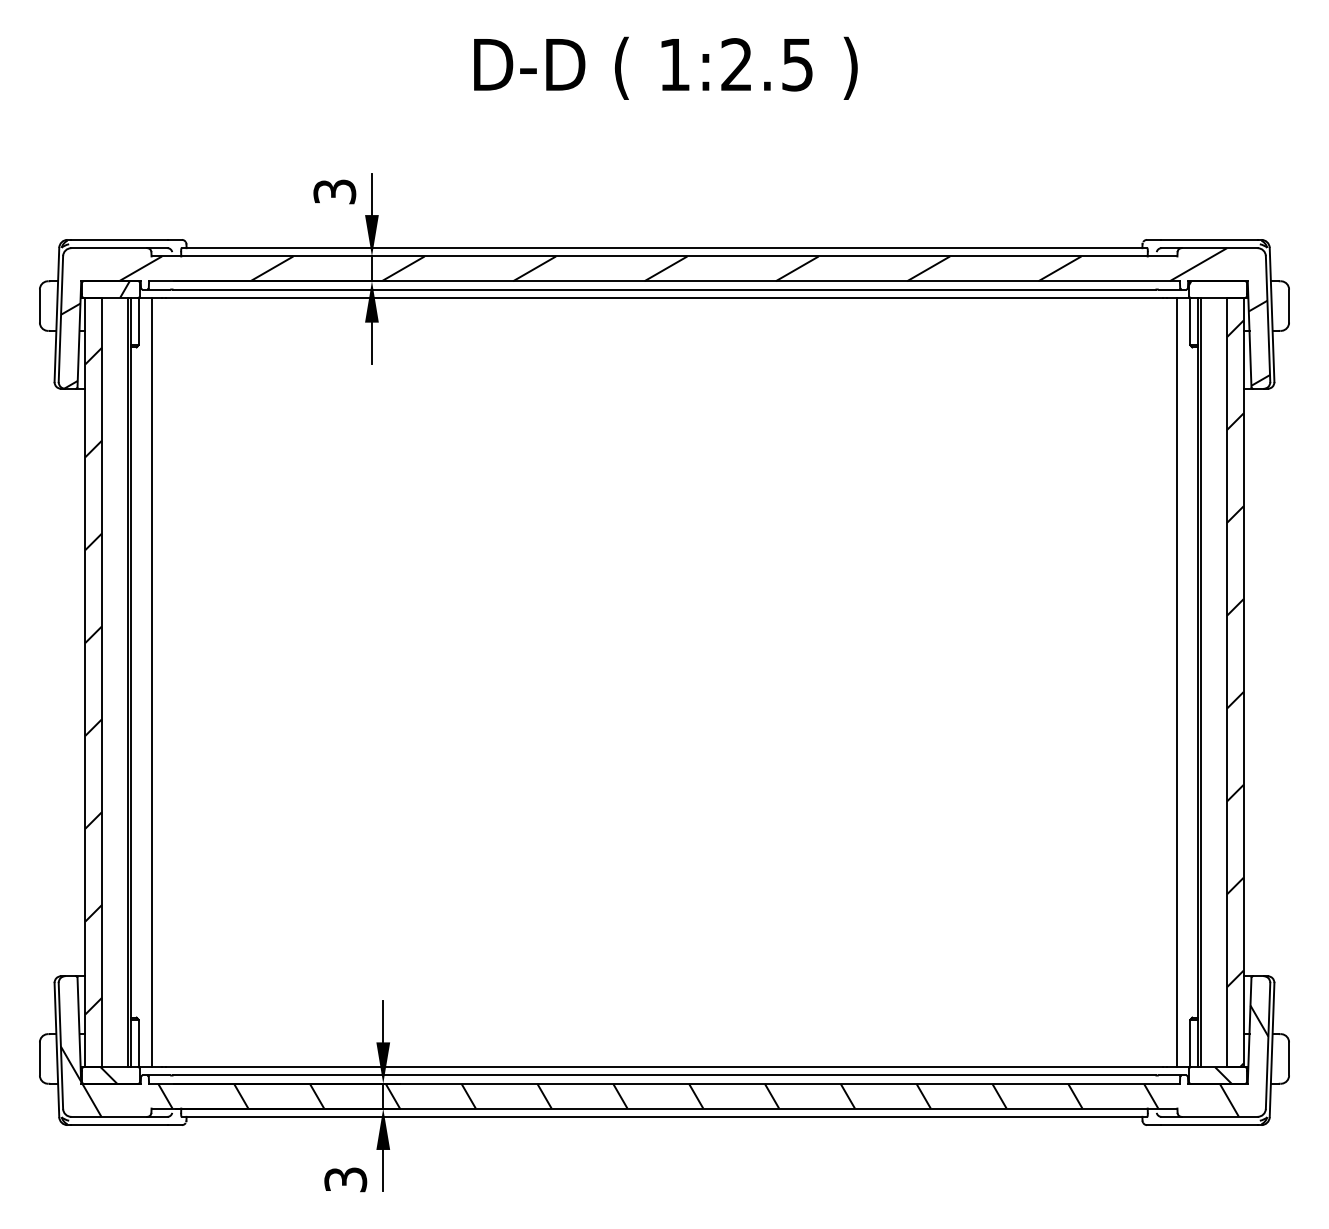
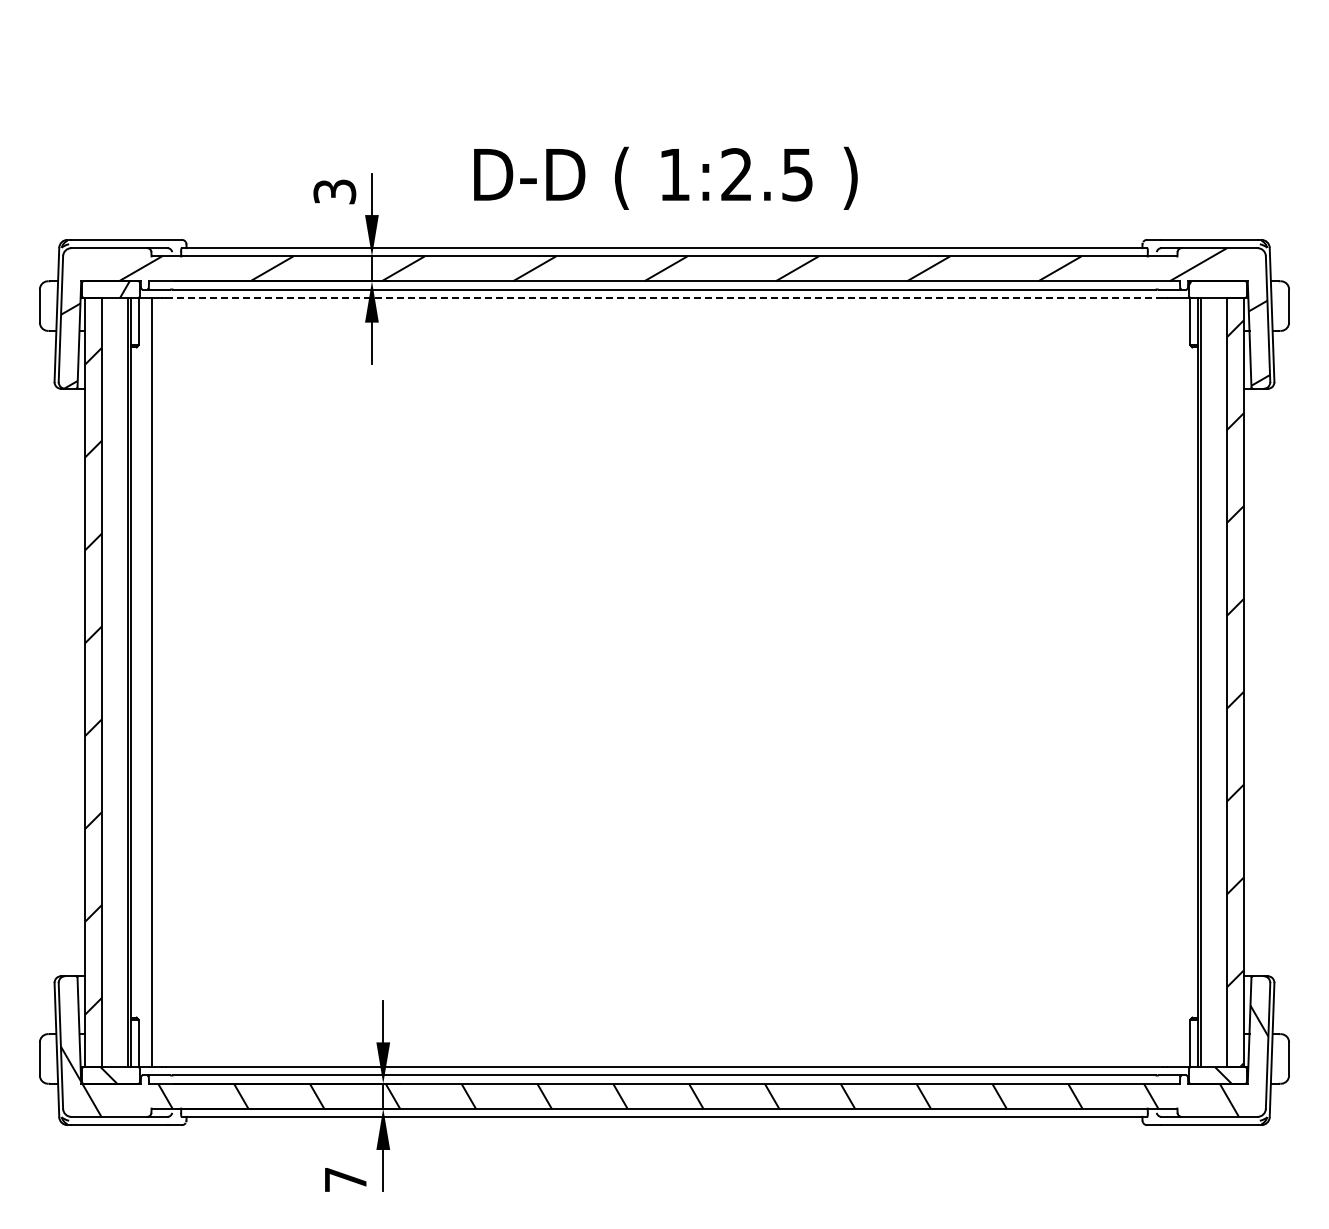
text at (665, 67) position: (665, 67) -> (665, 177)
line at (664, 297): solid -> dashed
line at (1177, 682): present -> none
text at (345, 1179): 3 -> 7
